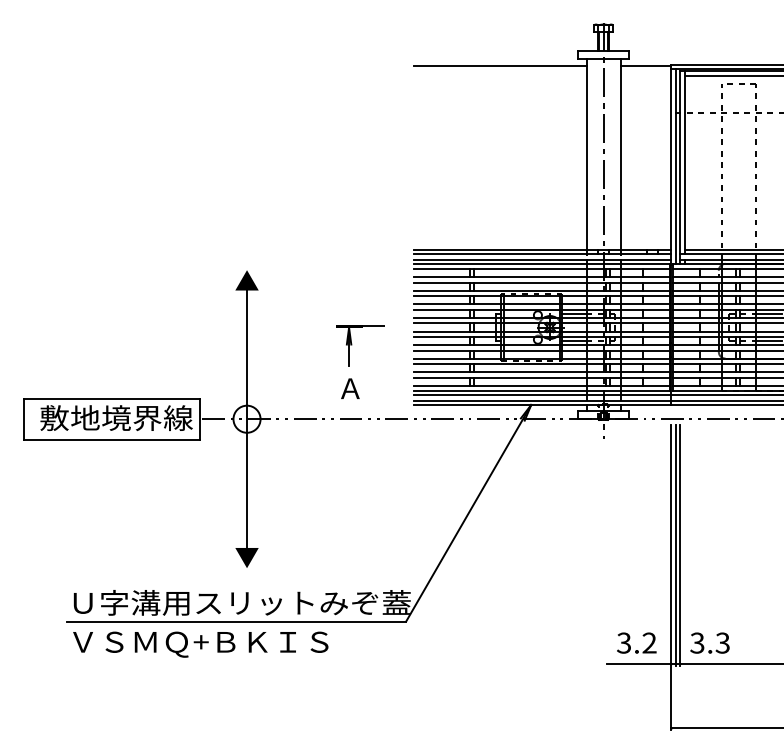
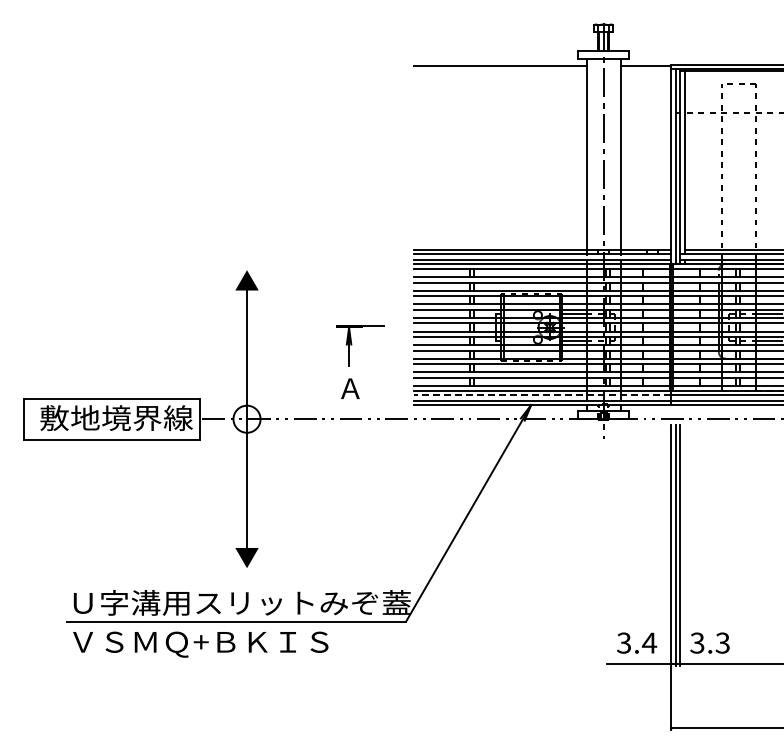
line at (732, 75): present -> none
line at (542, 395): solid -> dashed
text at (649, 642): 3.2 -> 3.4
